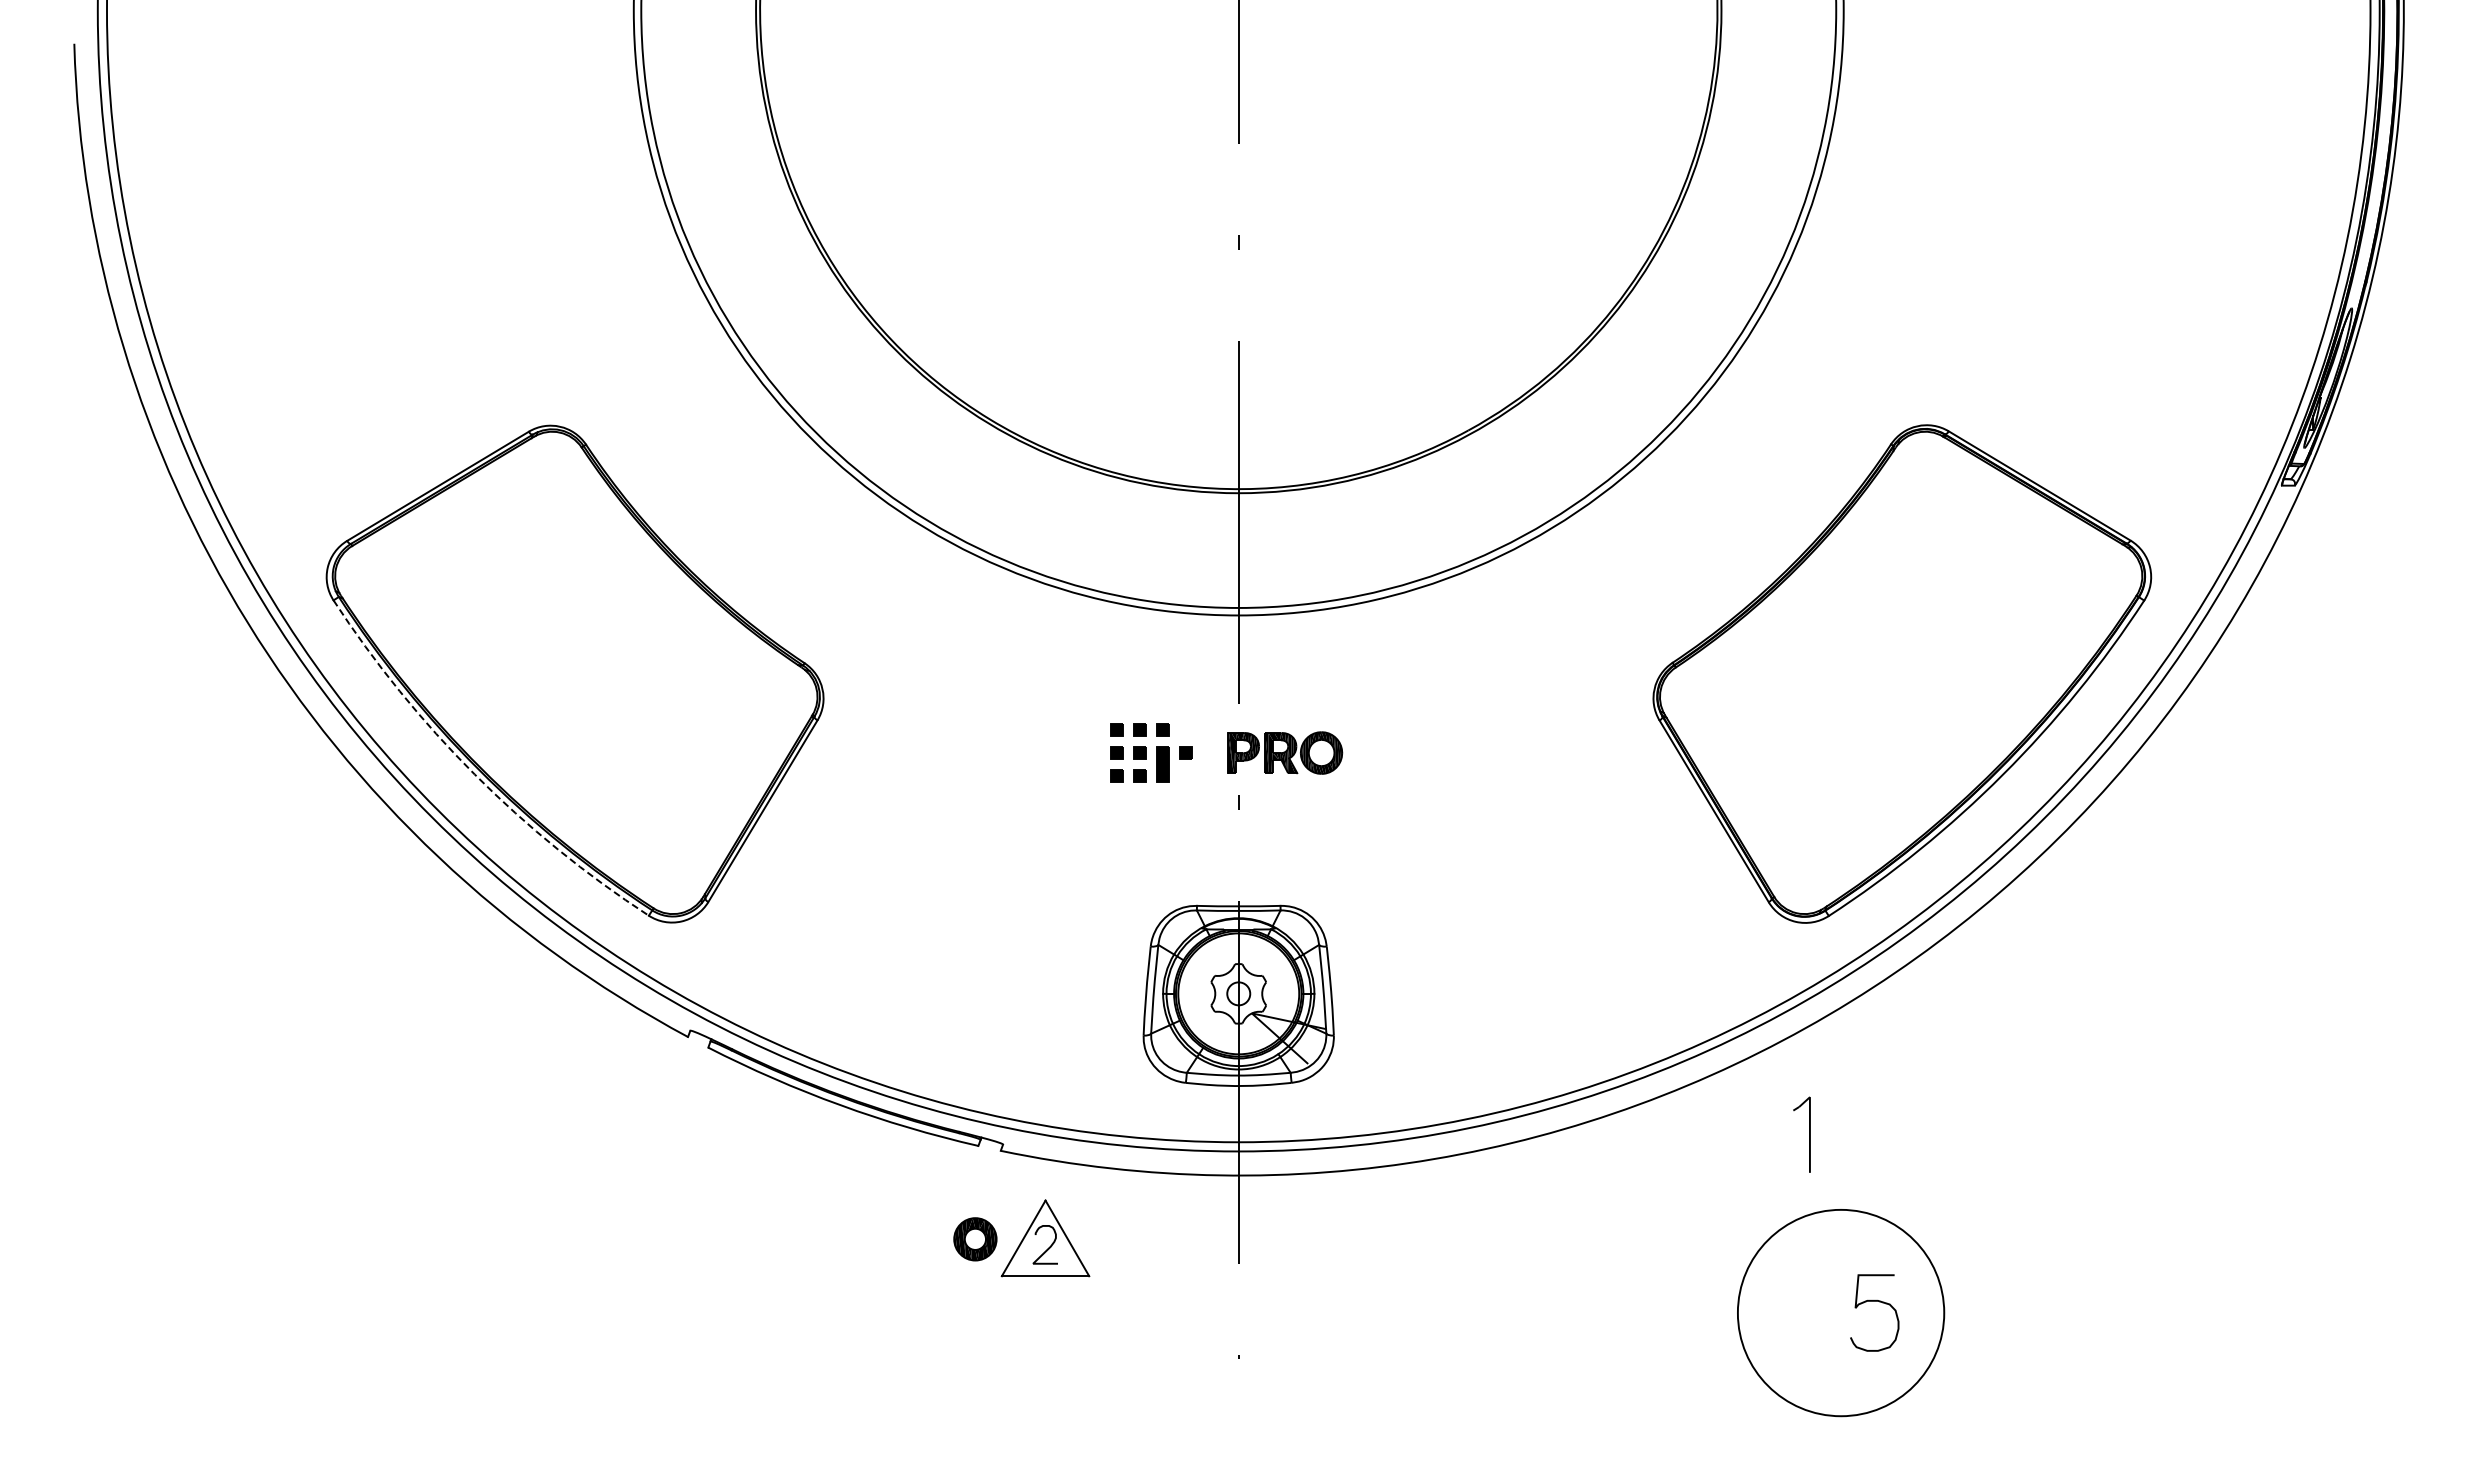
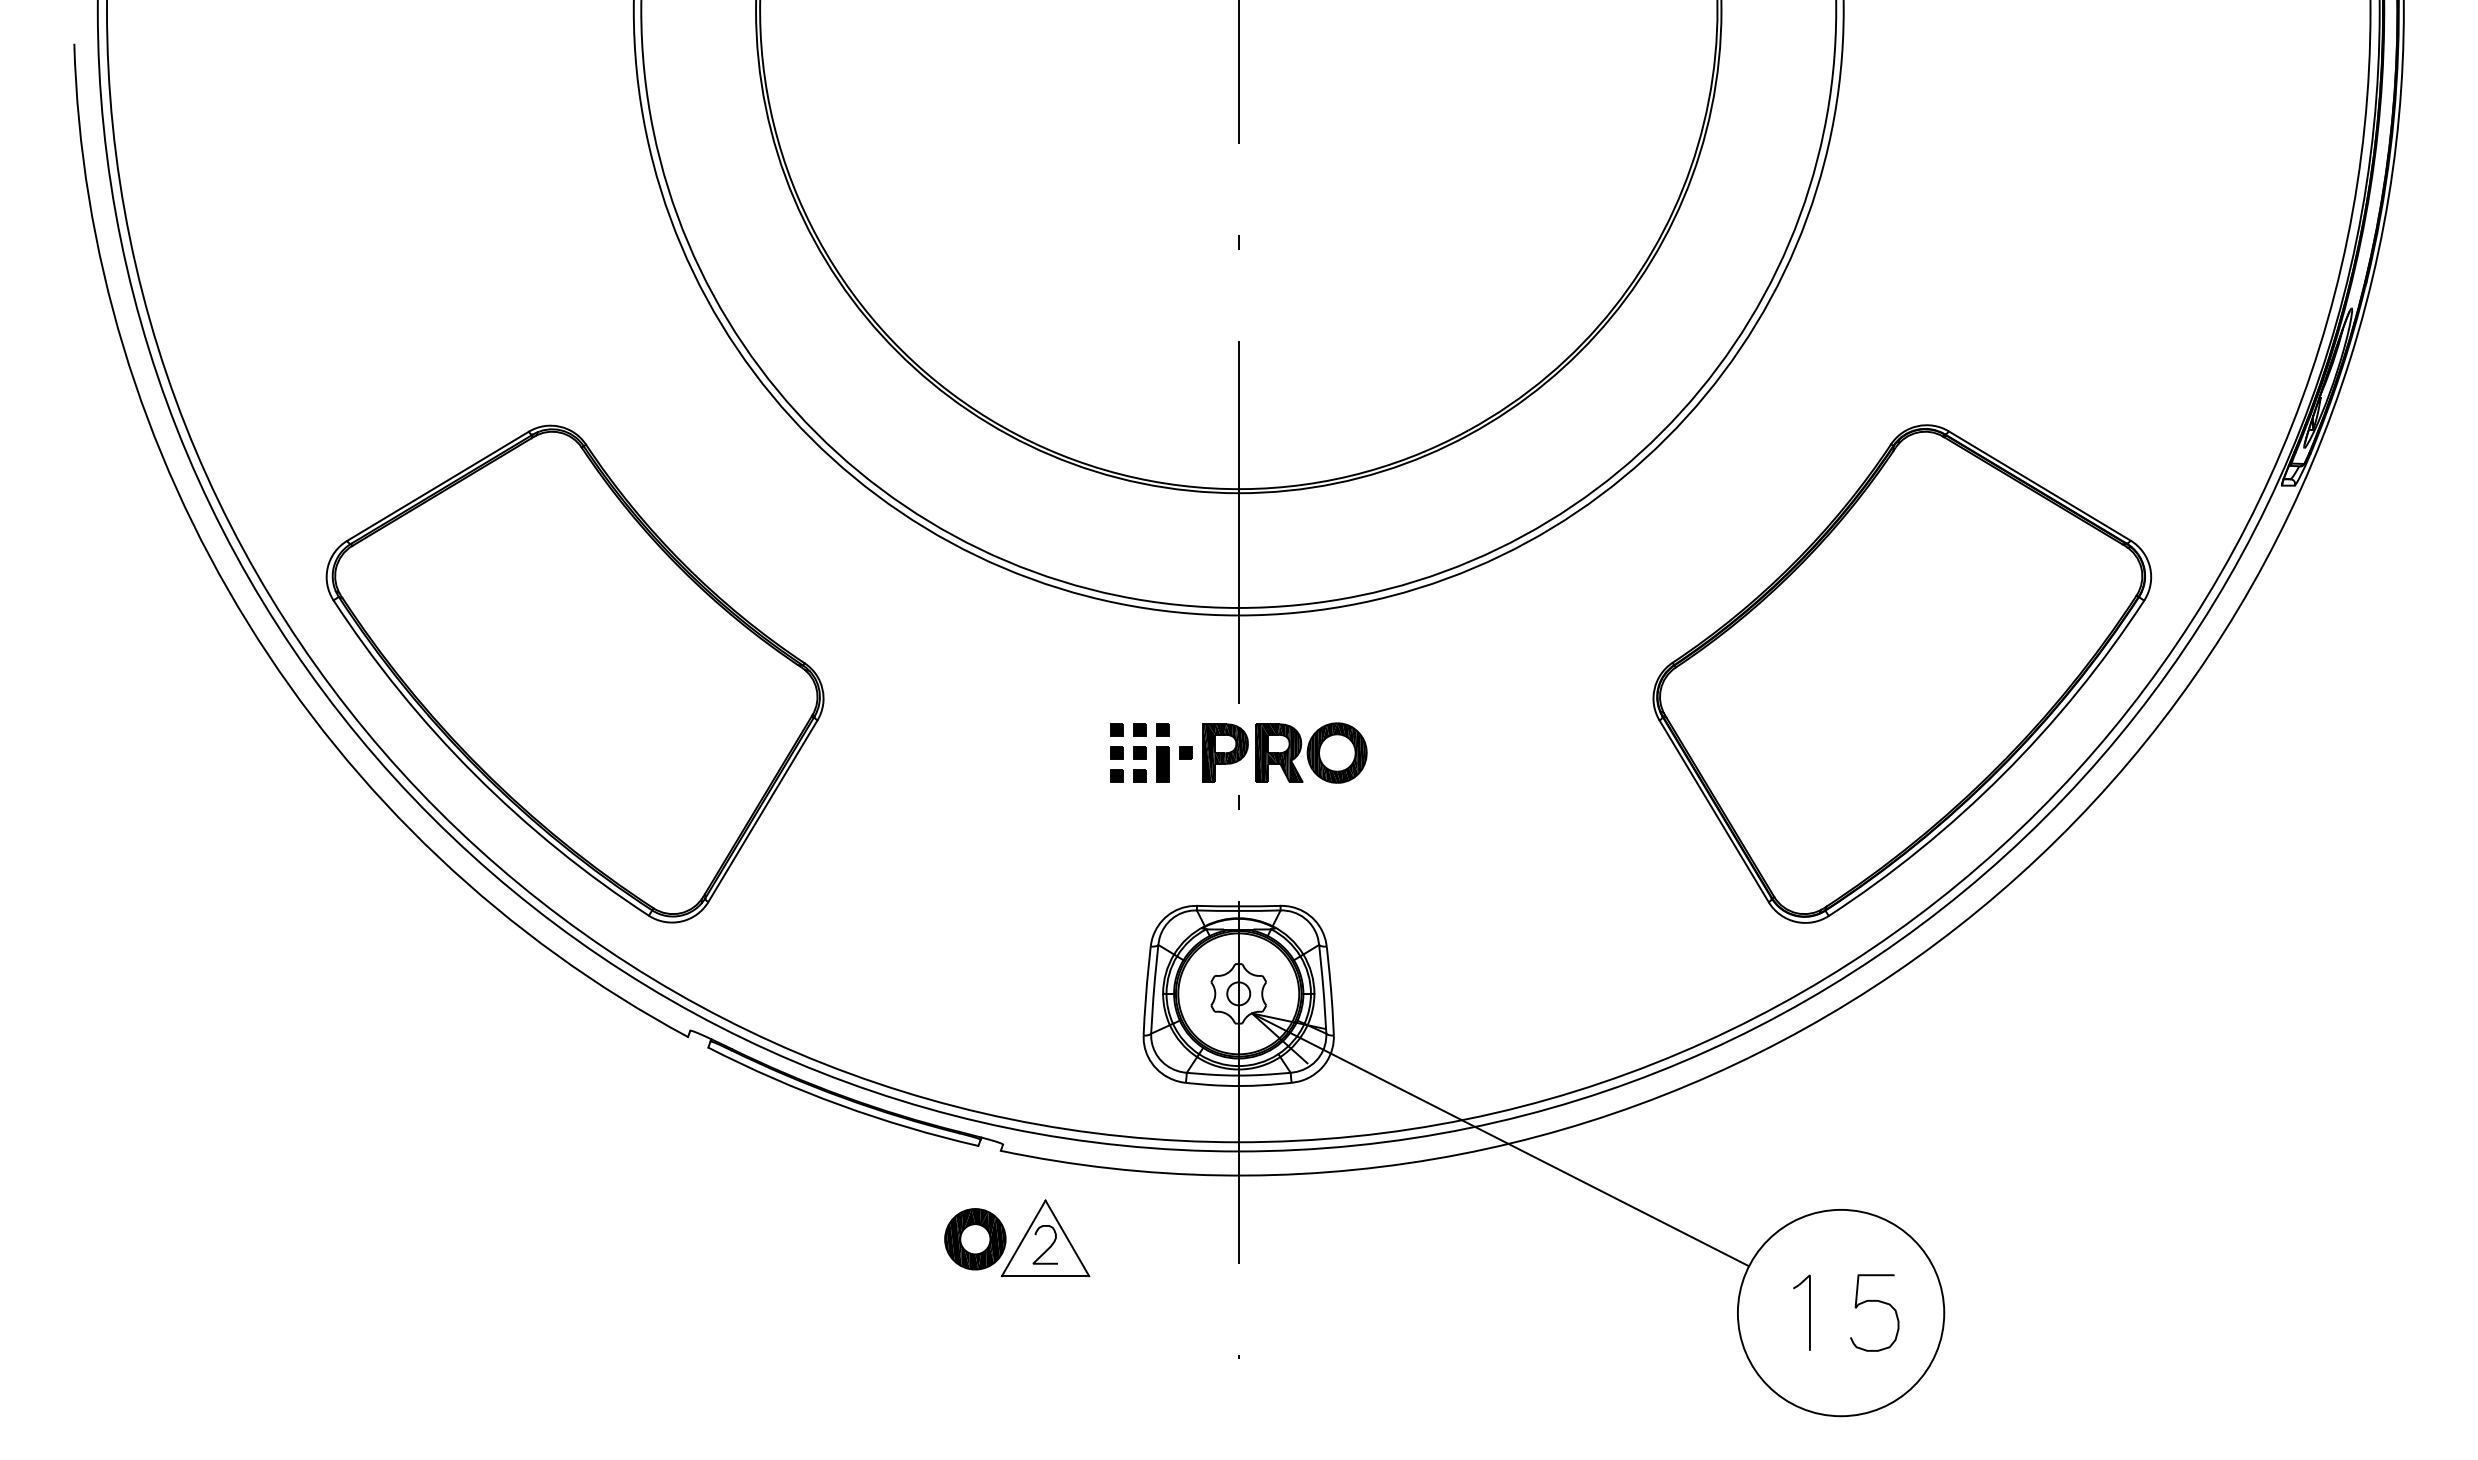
part at (1285, 752) size: 117x44 px -> 166x62 px
arc at (474, 774): dashed -> solid
part at (1809, 1134) position: (1809, 1134) -> (1809, 1312)
line at (1500, 1139): none -> present
part at (975, 1239) size: 45x45 px -> 63x63 px
